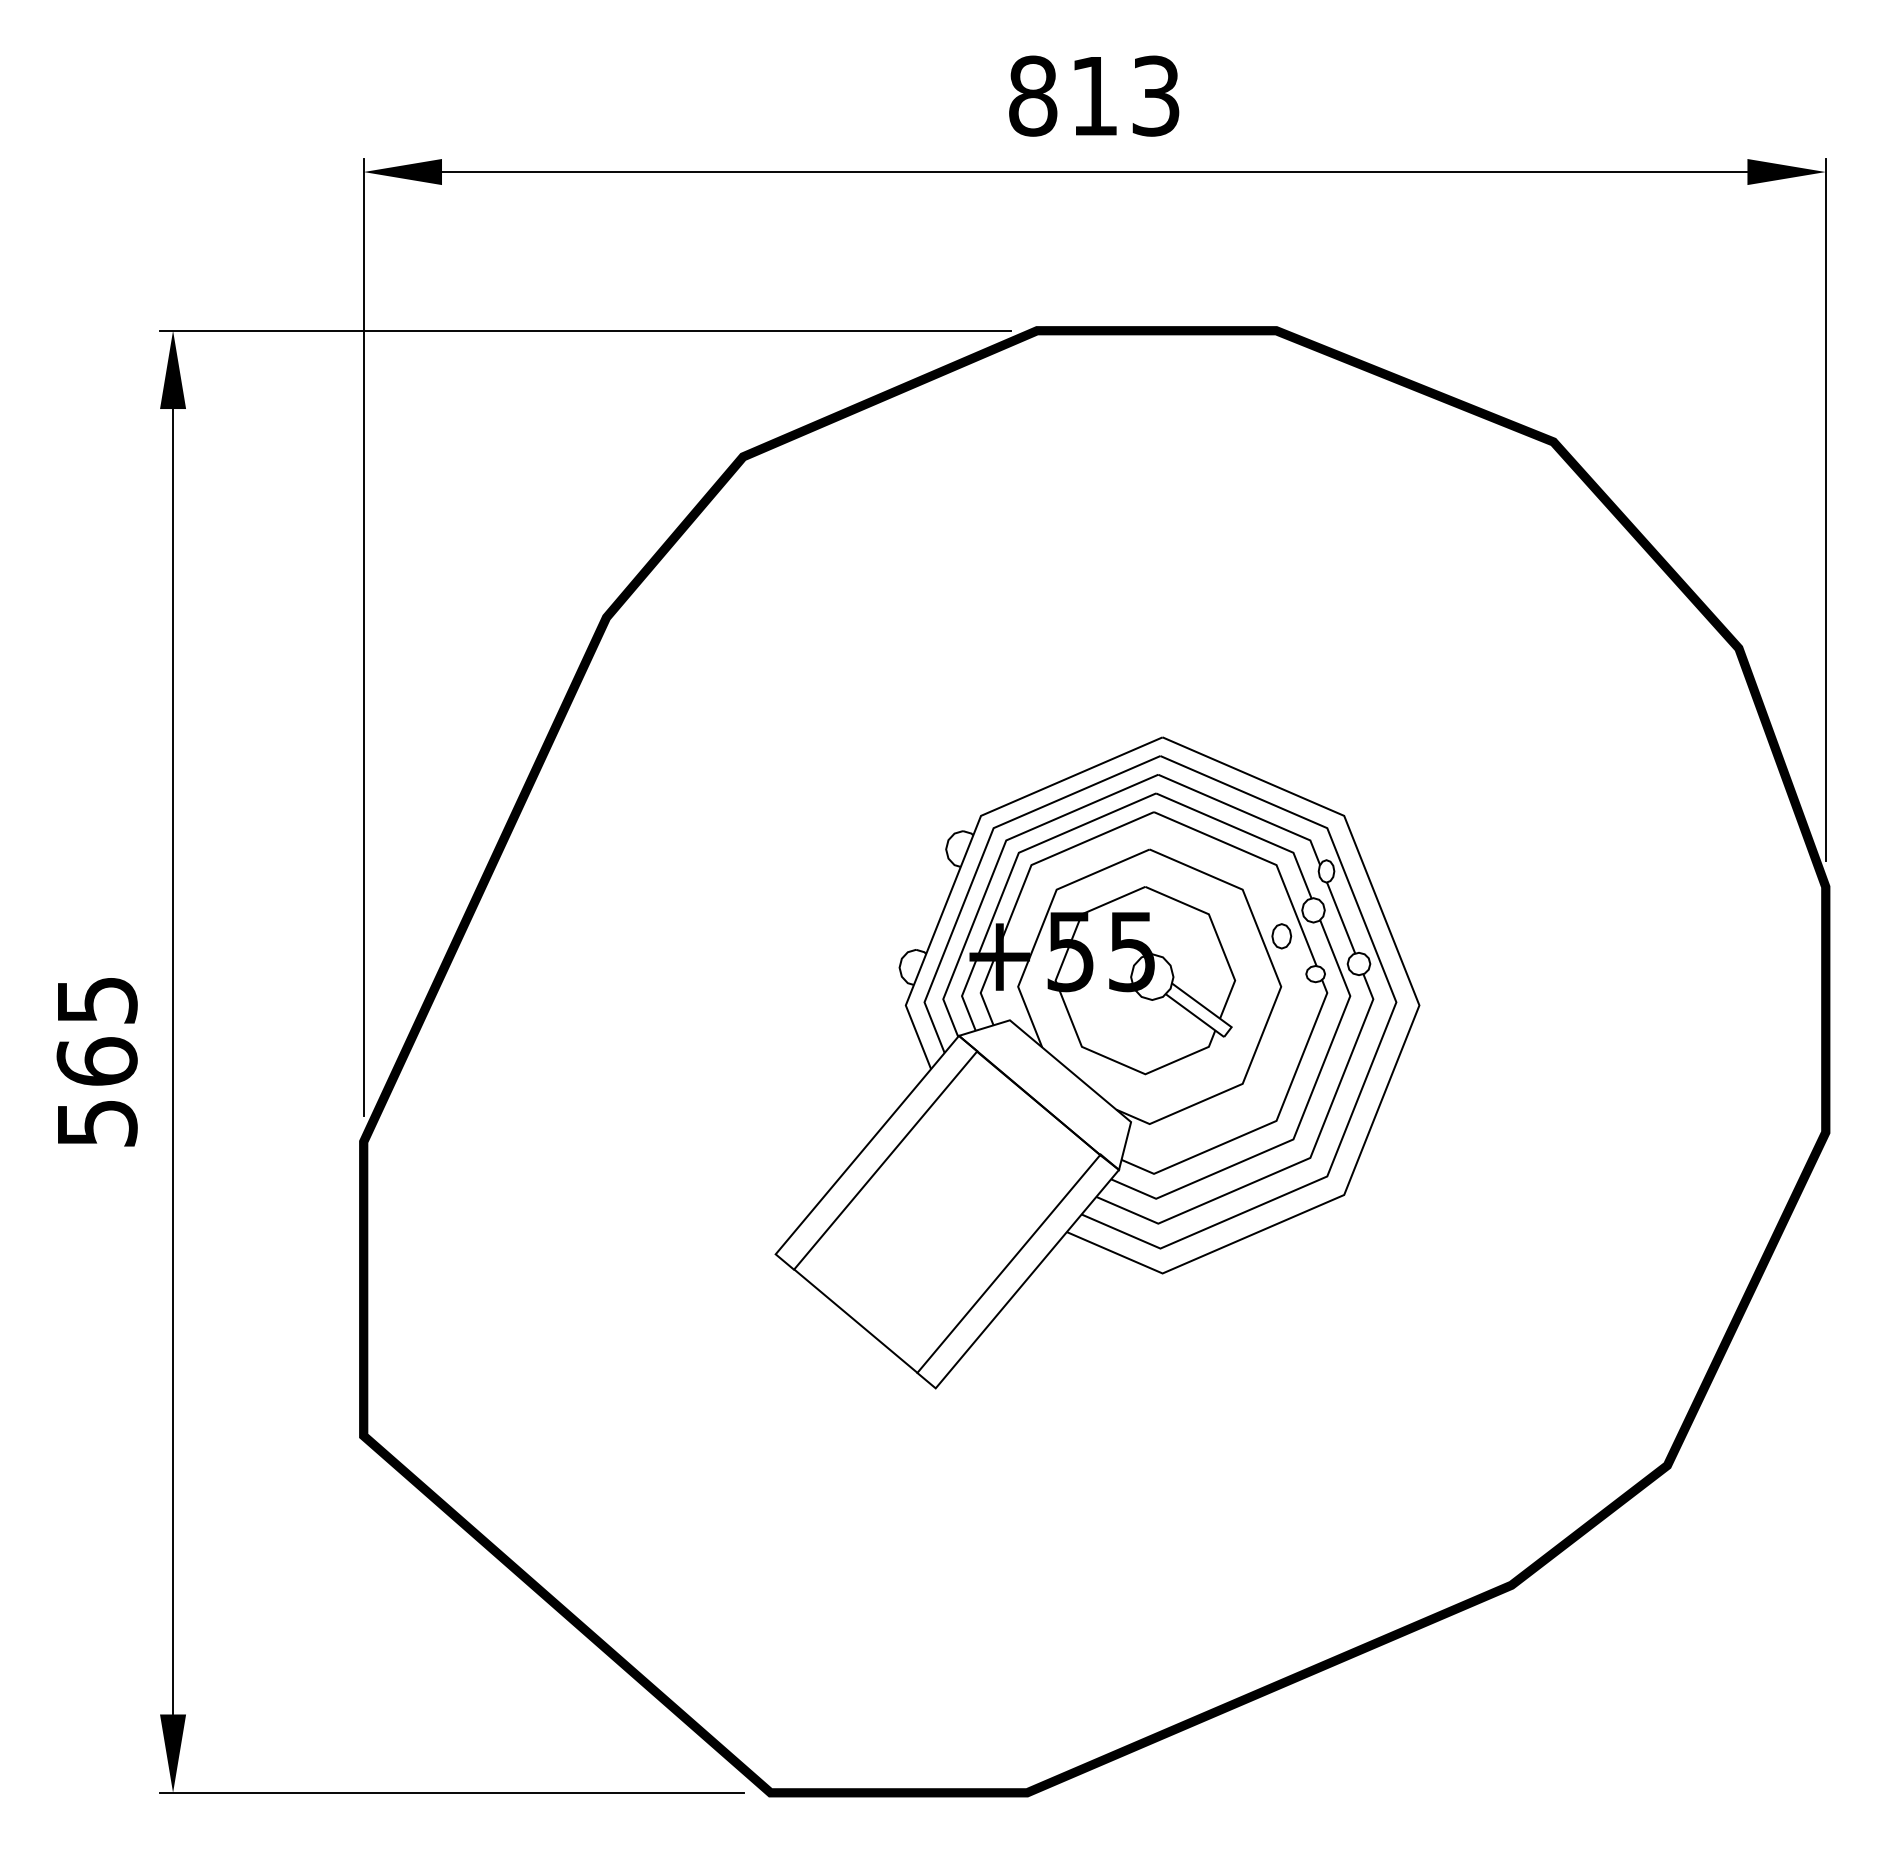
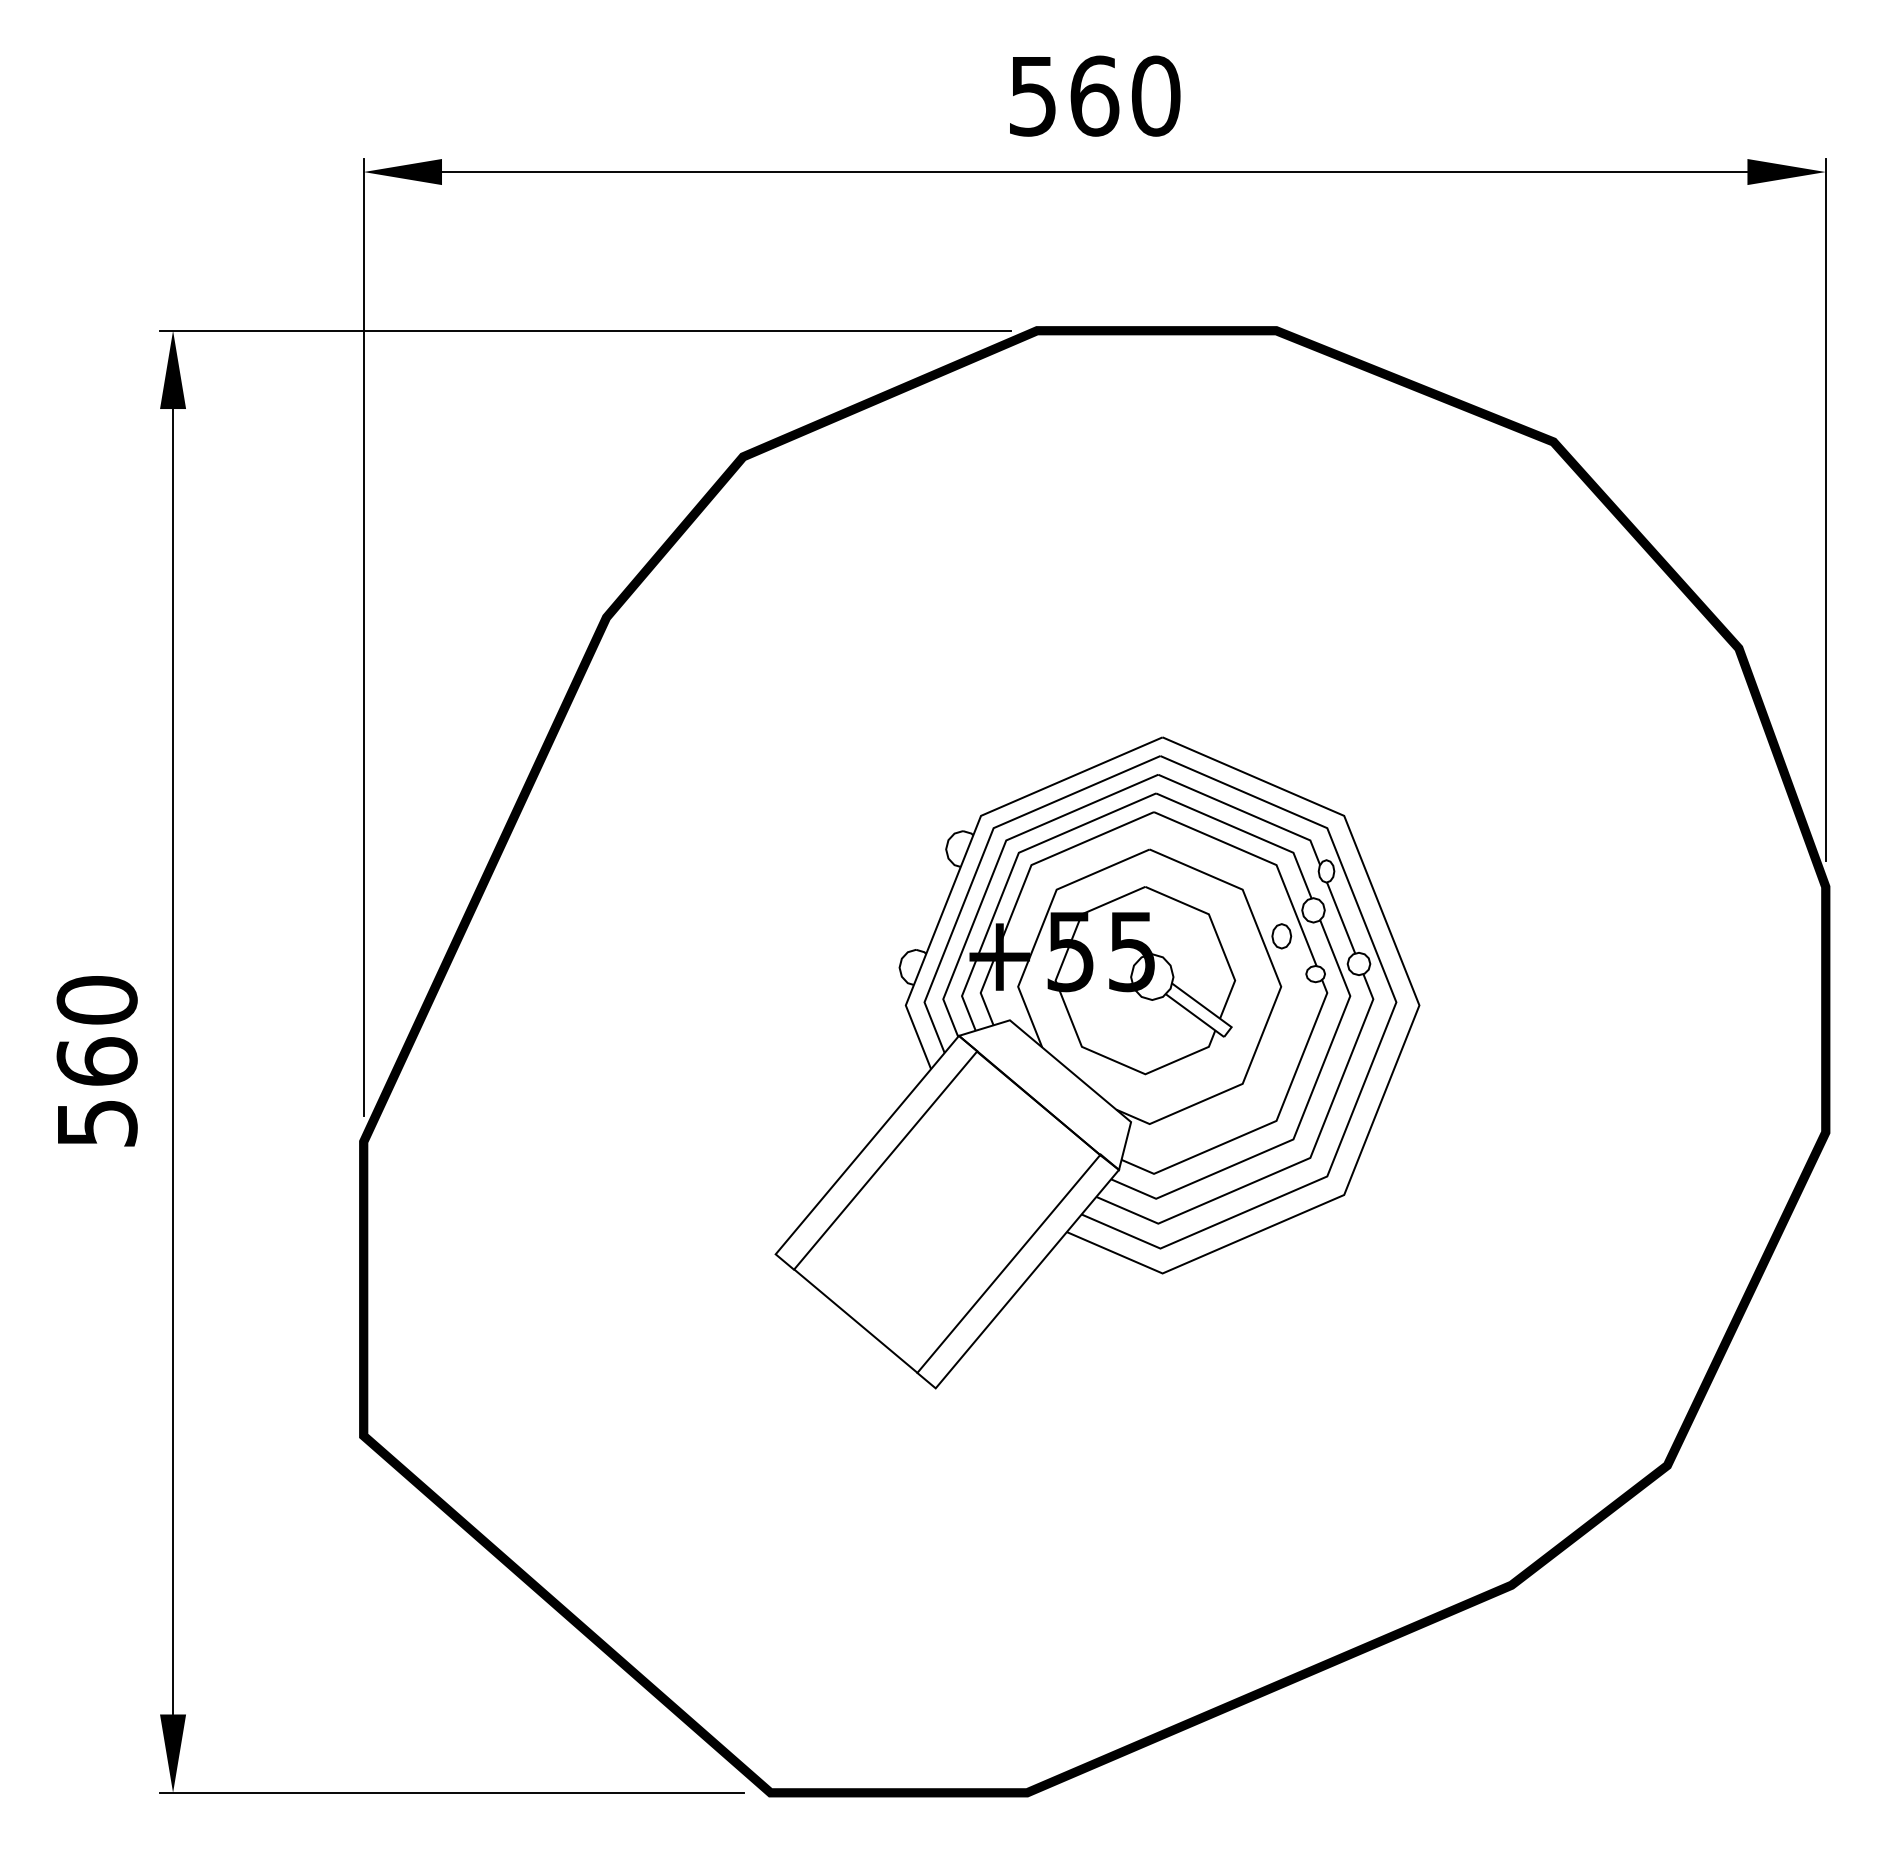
text at (1094, 95): 813 -> 560
text at (96, 1000): 565 -> 560
